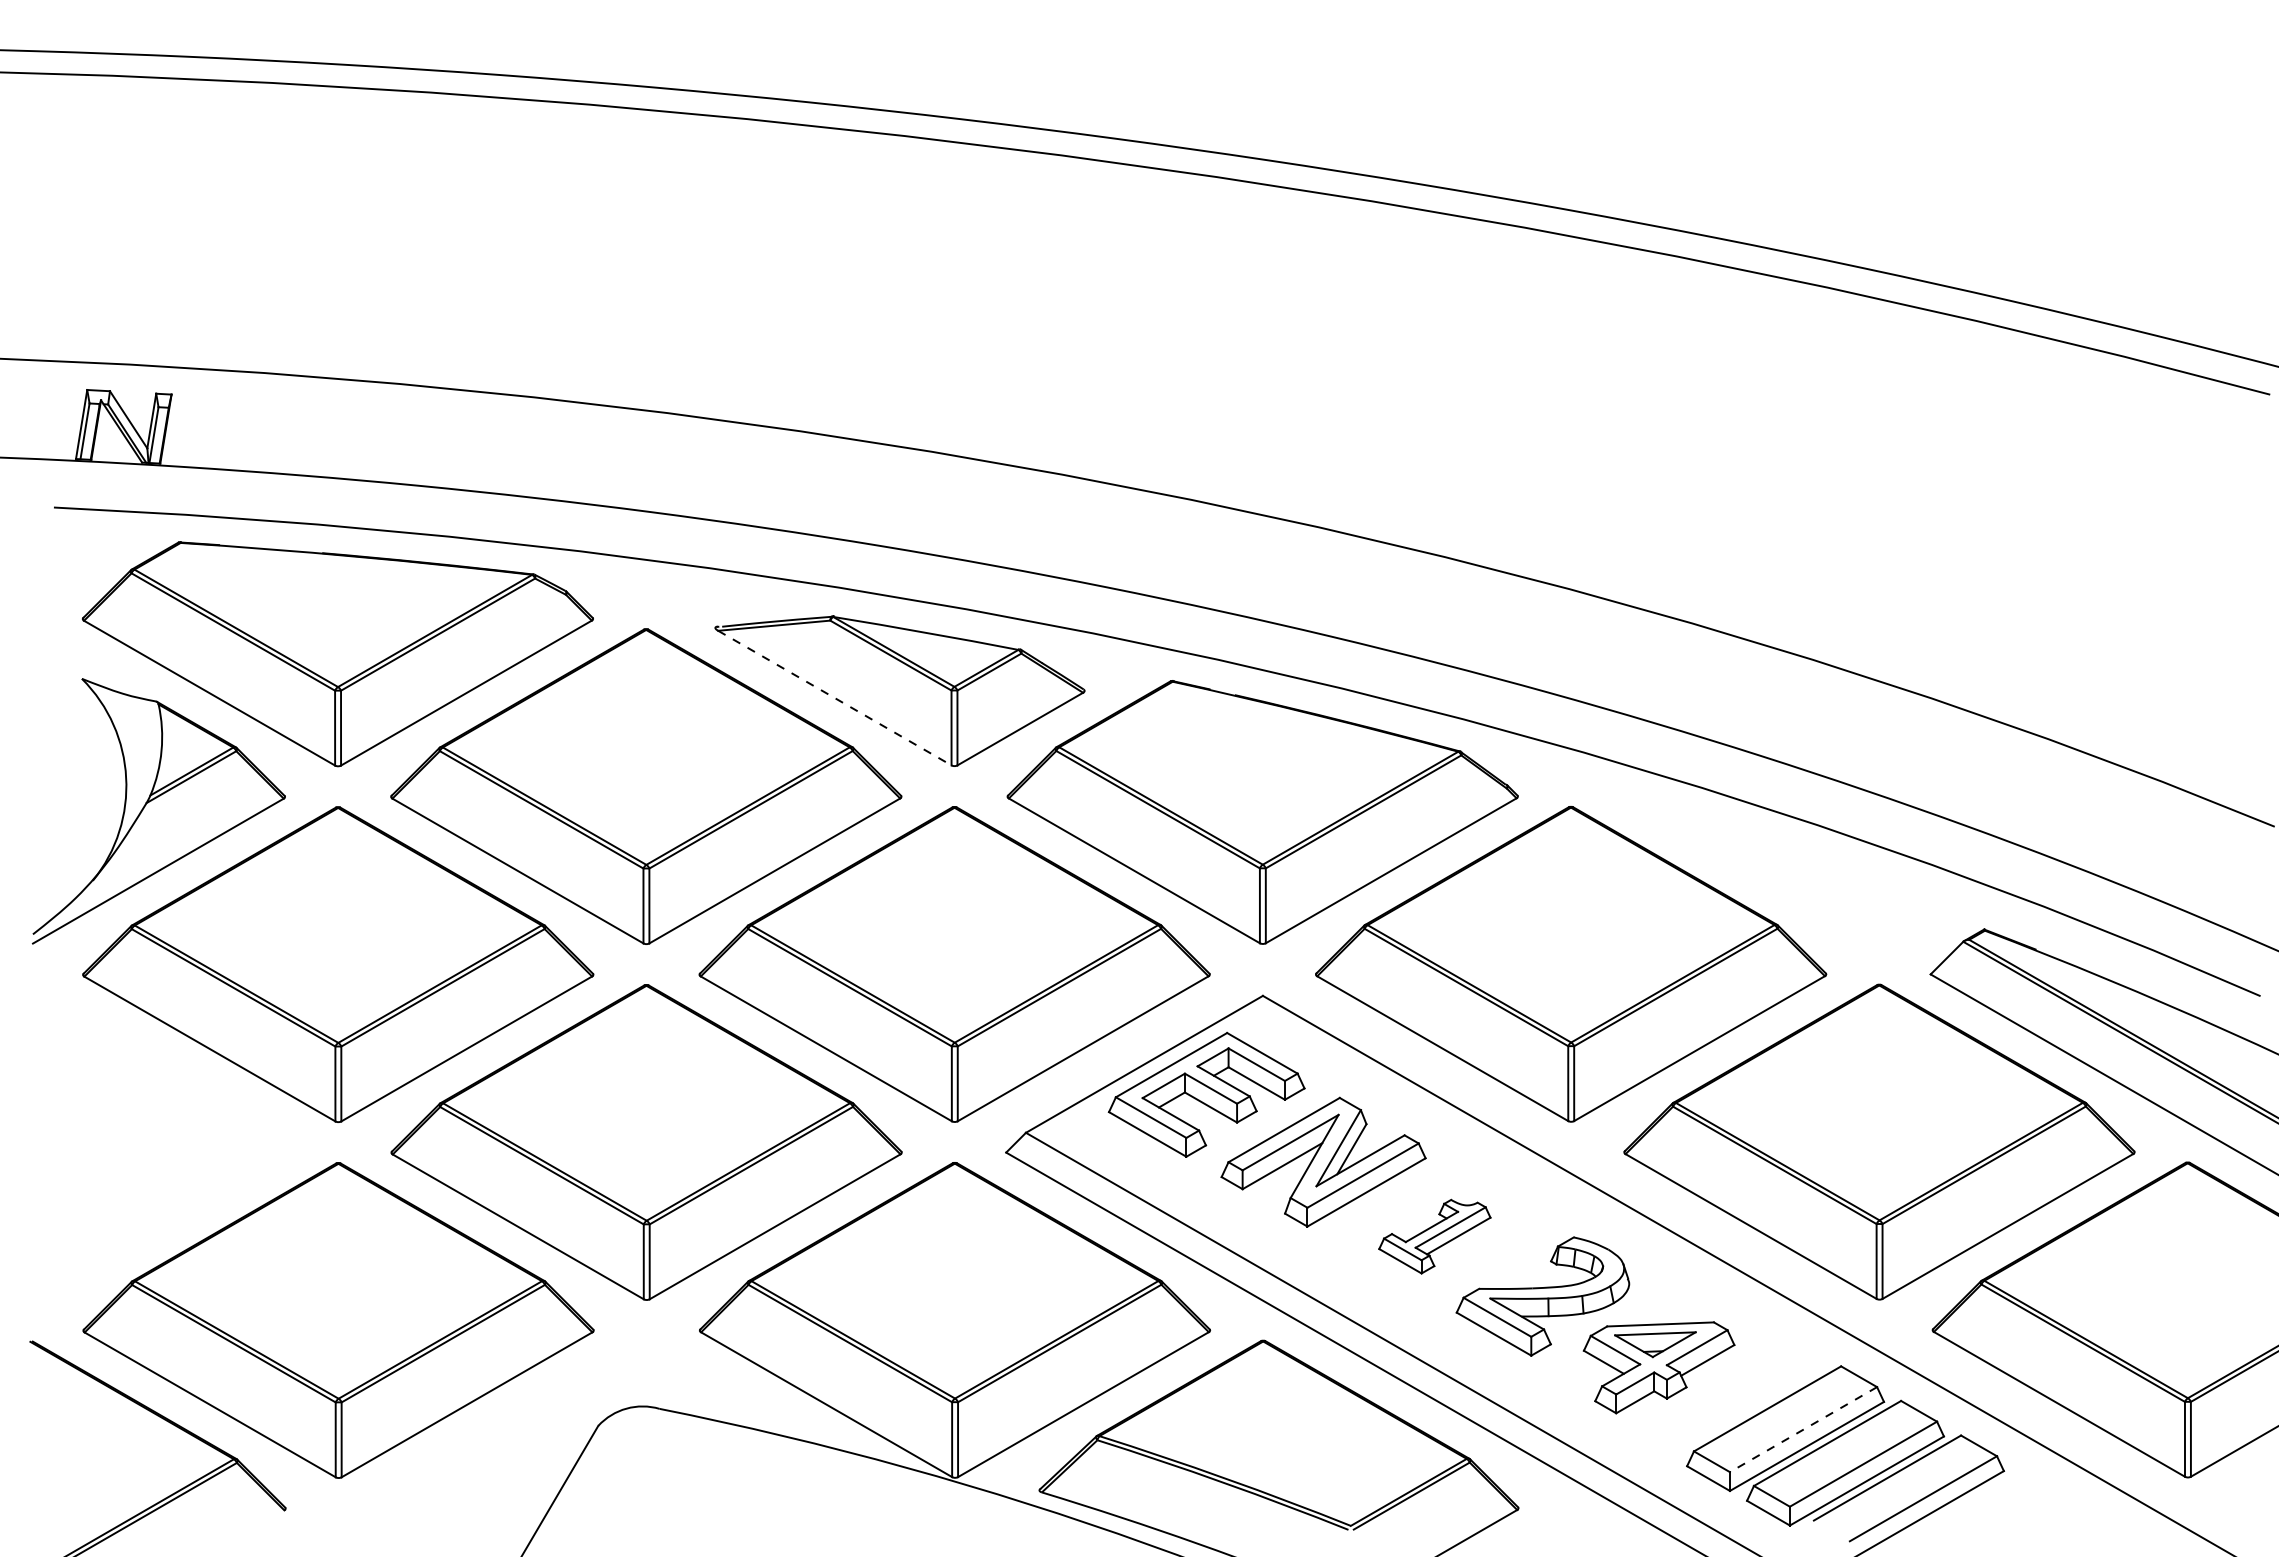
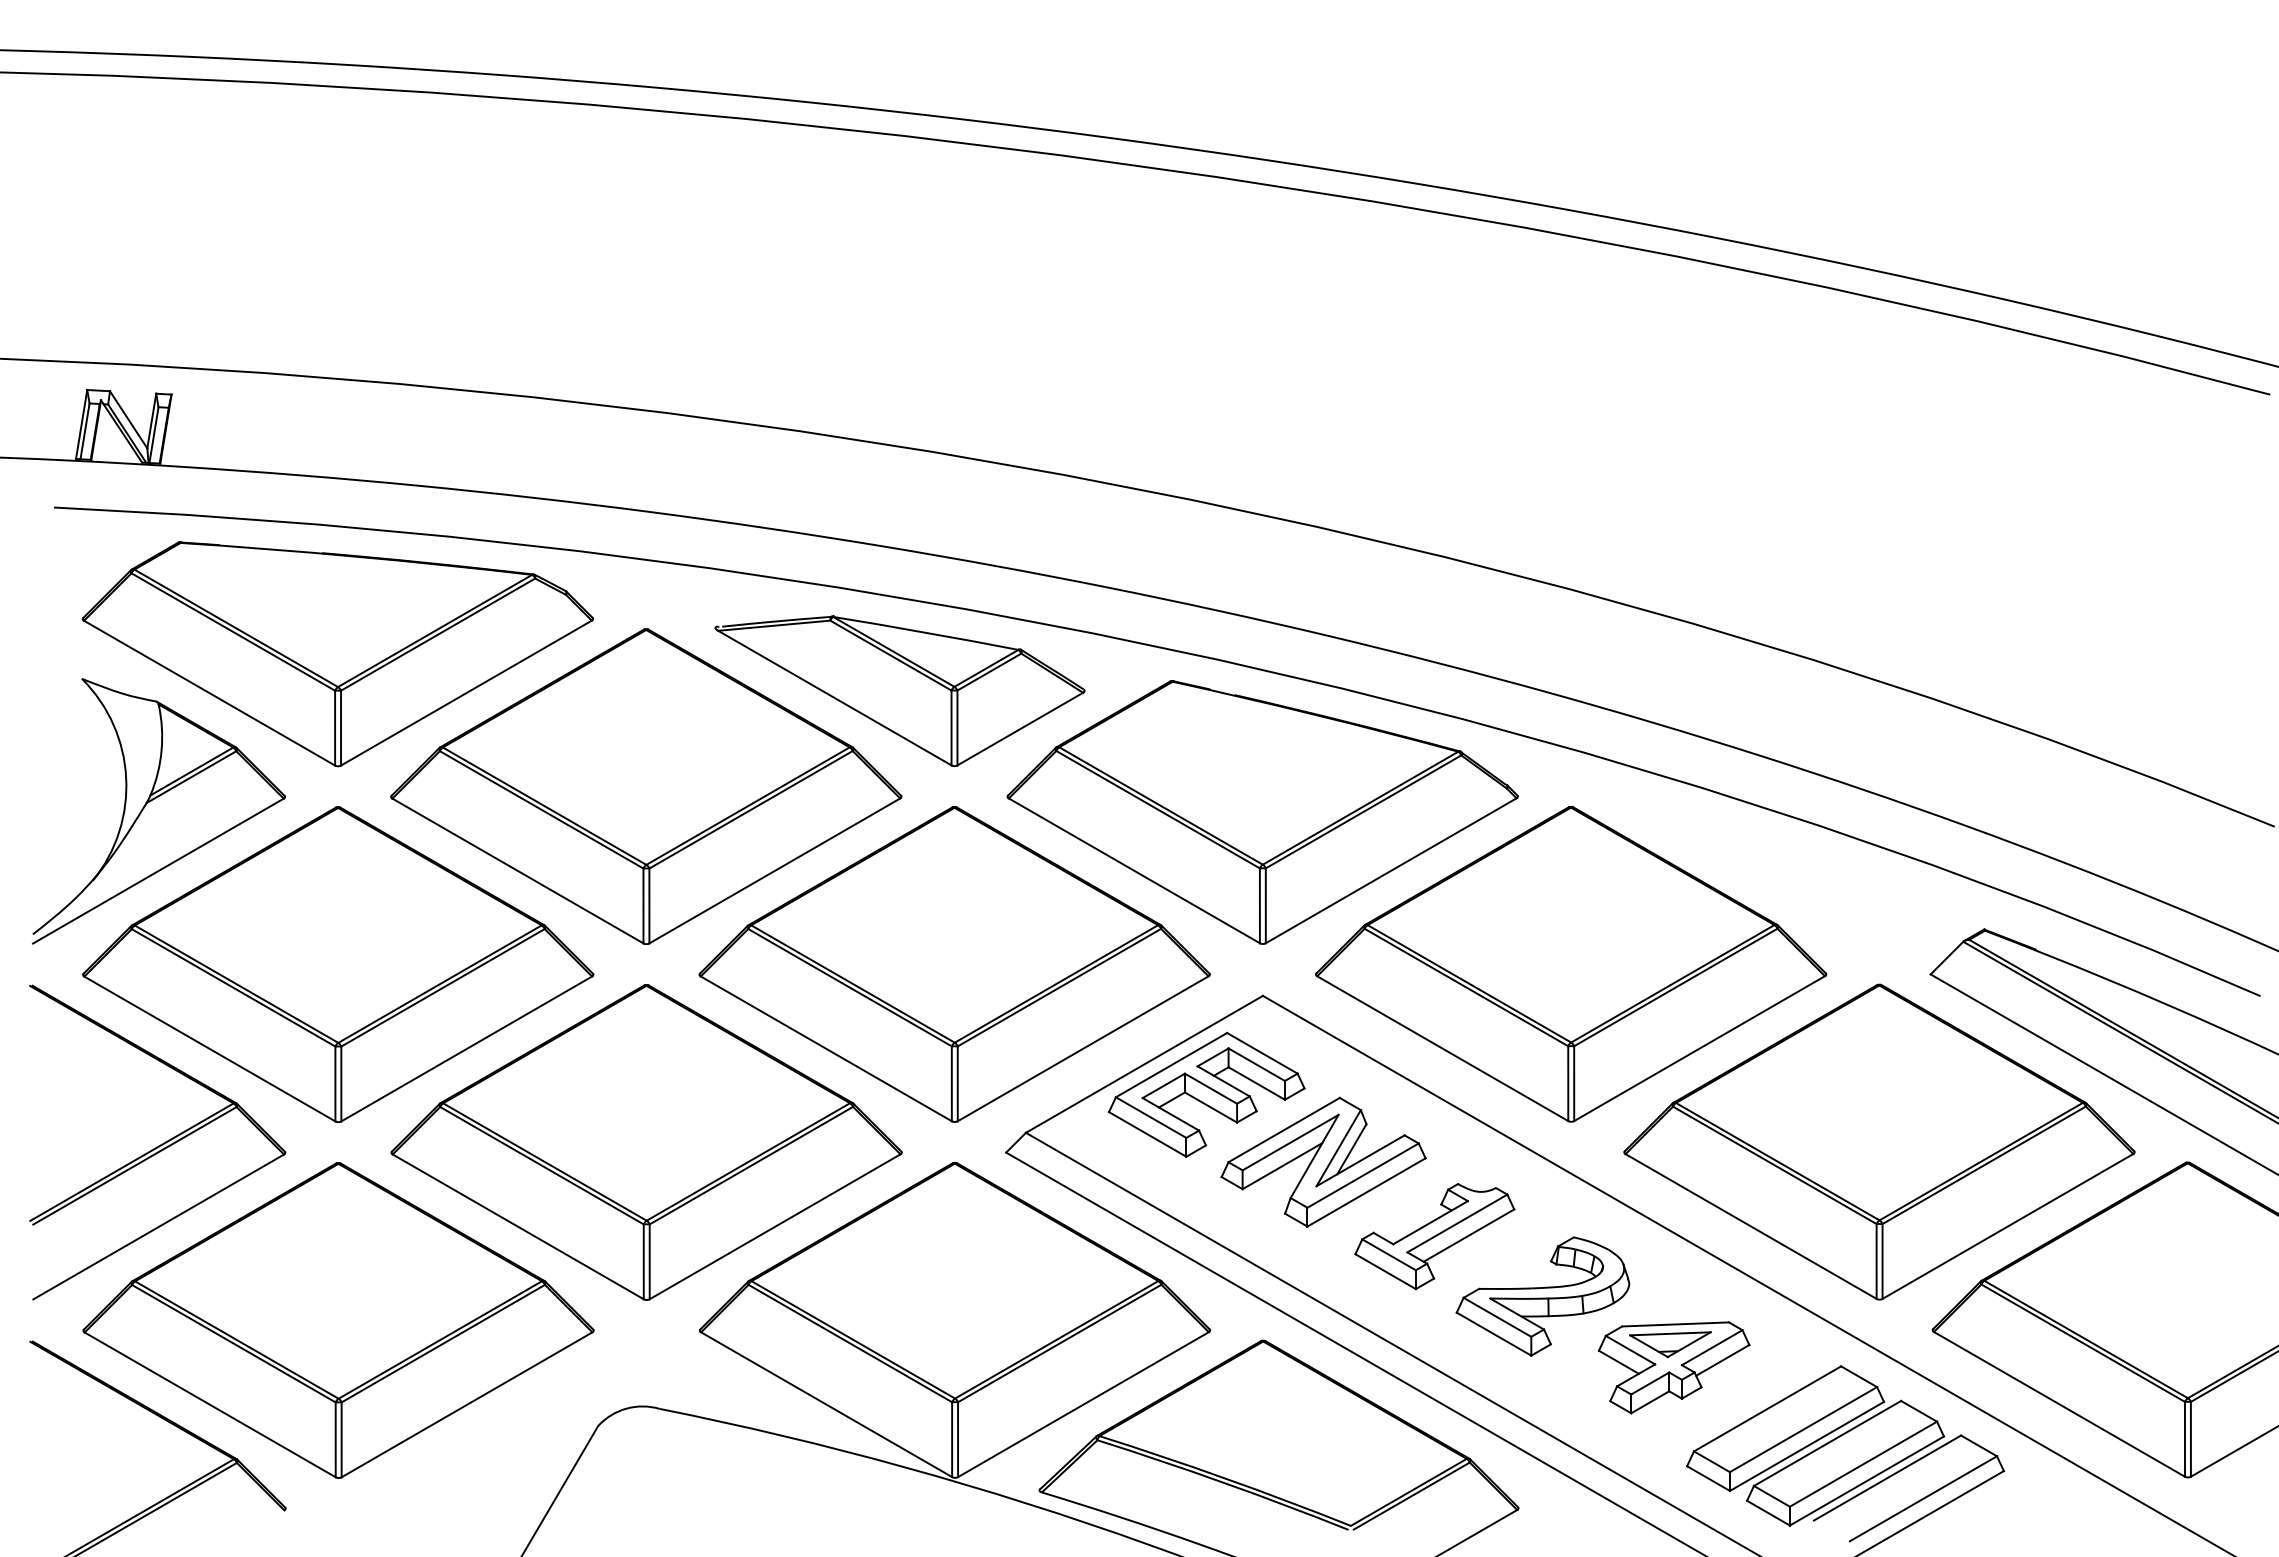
line at (834, 698): dashed -> solid
part at (157, 1142): none -> present
part at (1434, 1236) size: 114x77 px -> 162x108 px
part at (1658, 1367) position: (1658, 1367) -> (1673, 1367)
line at (1803, 1429): dashed -> solid
